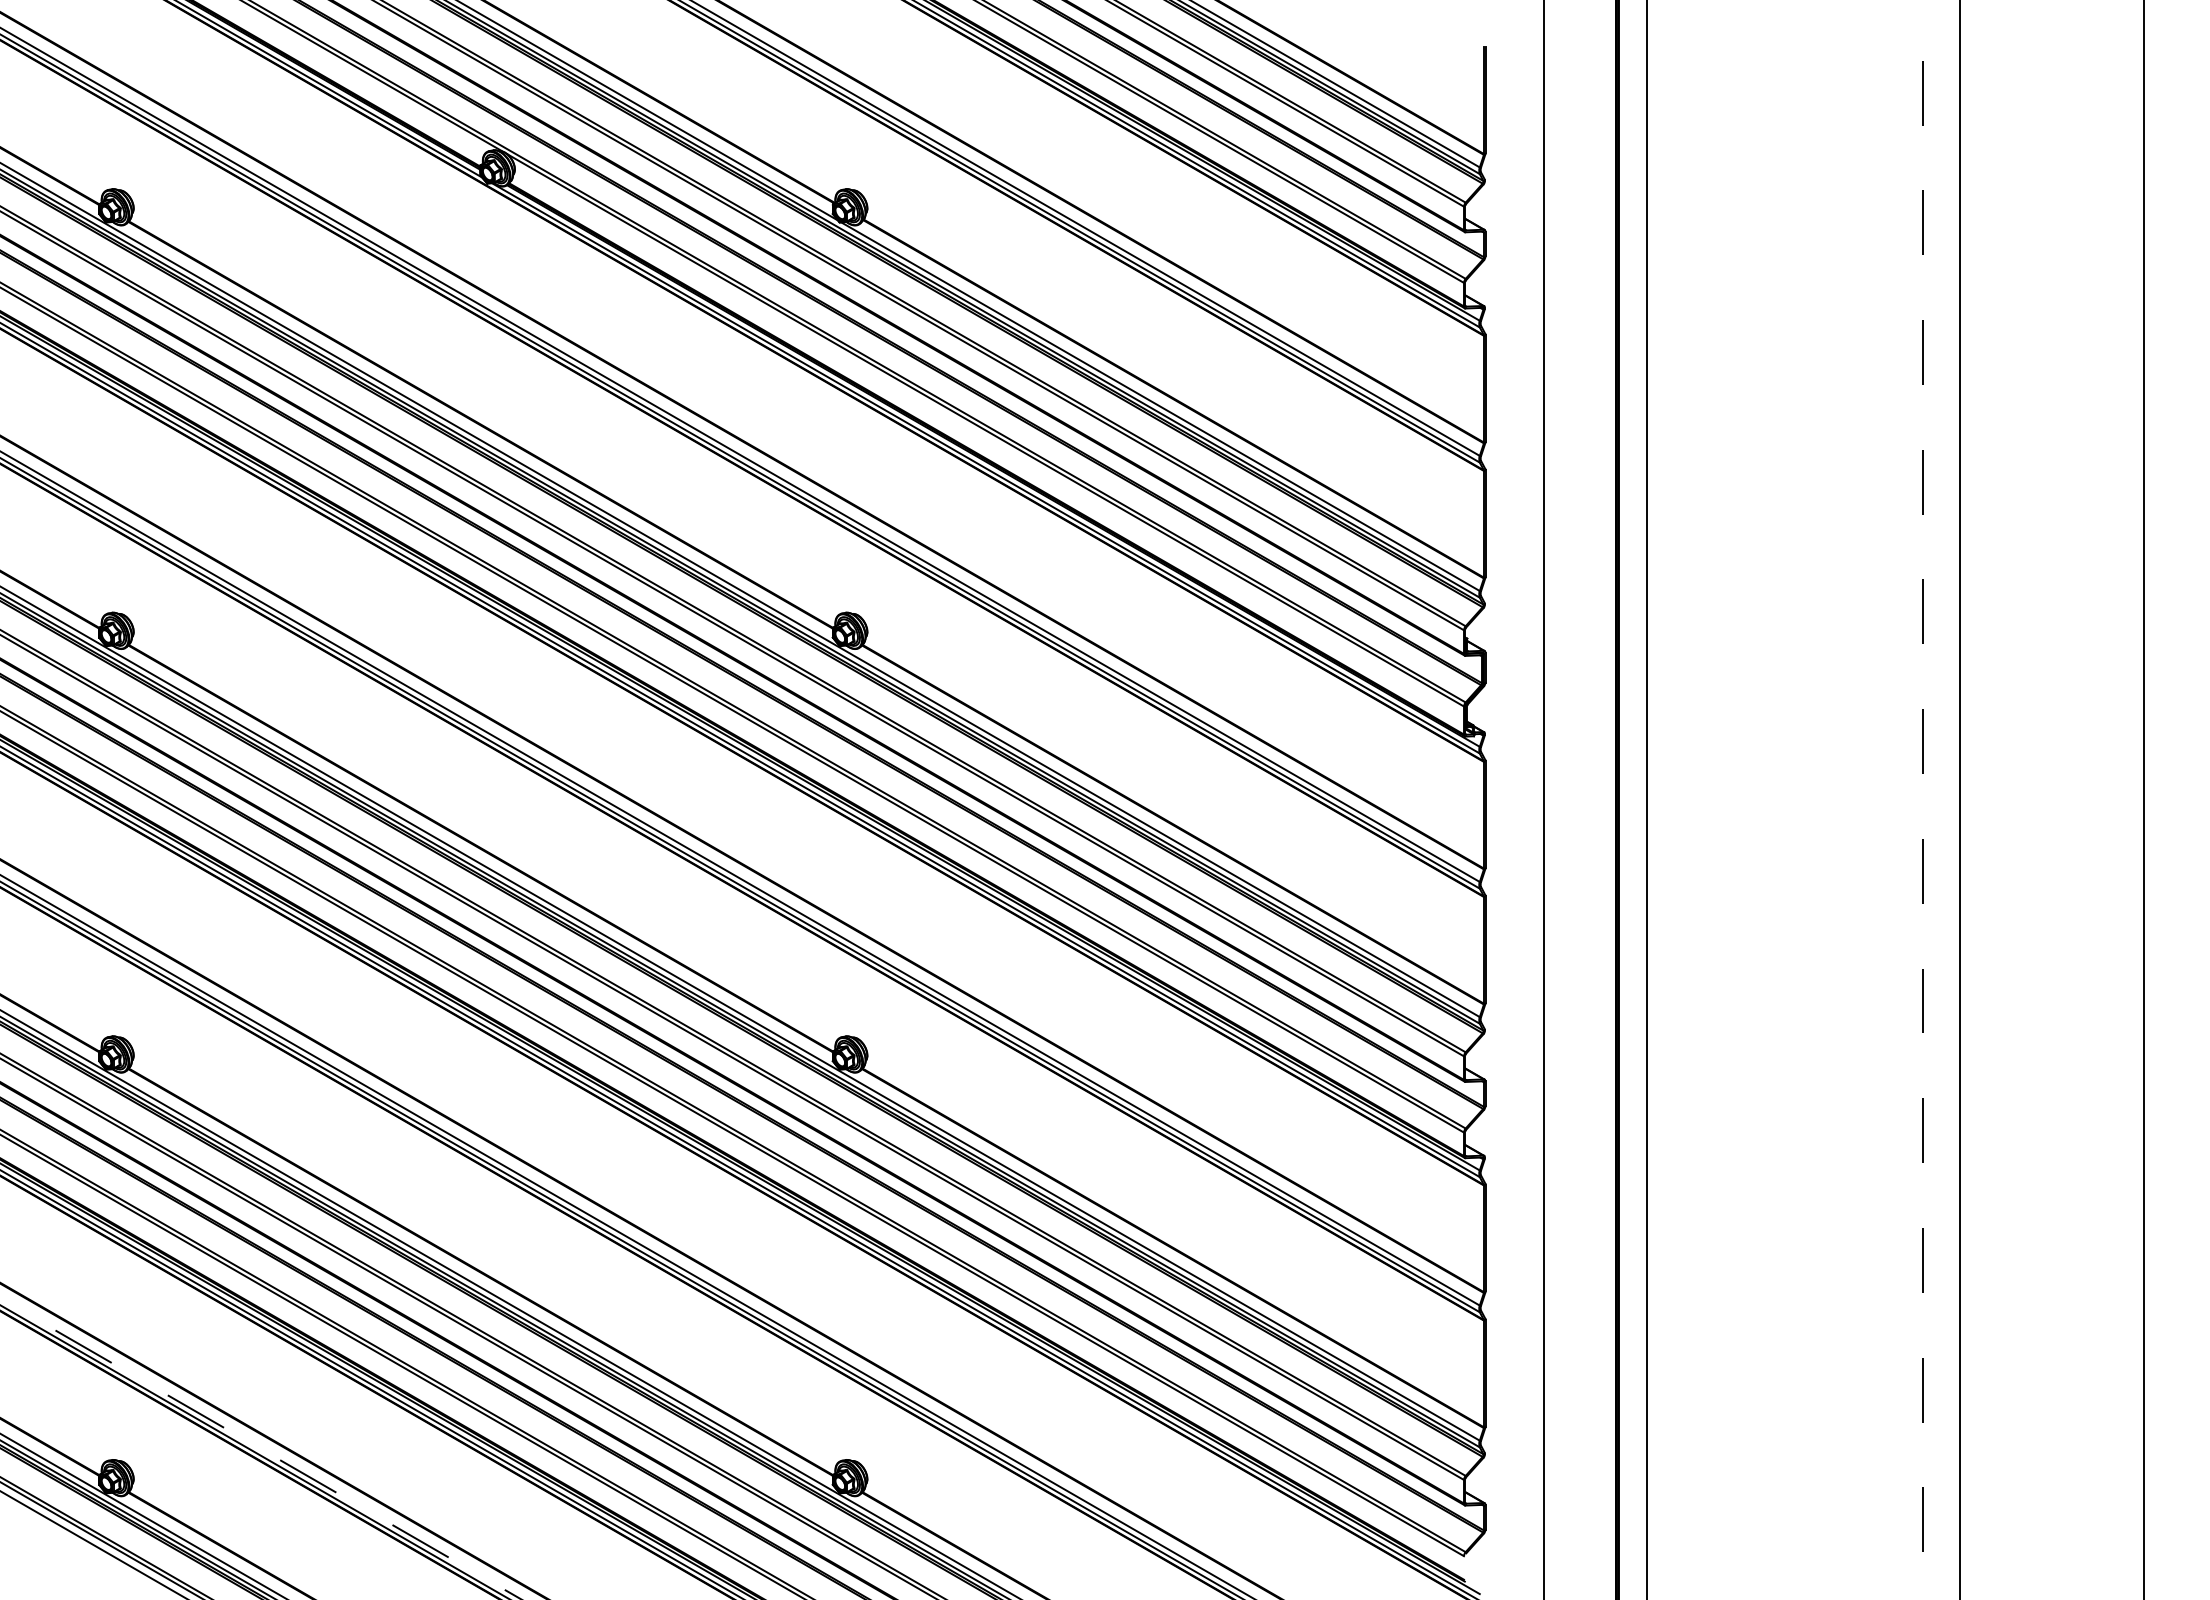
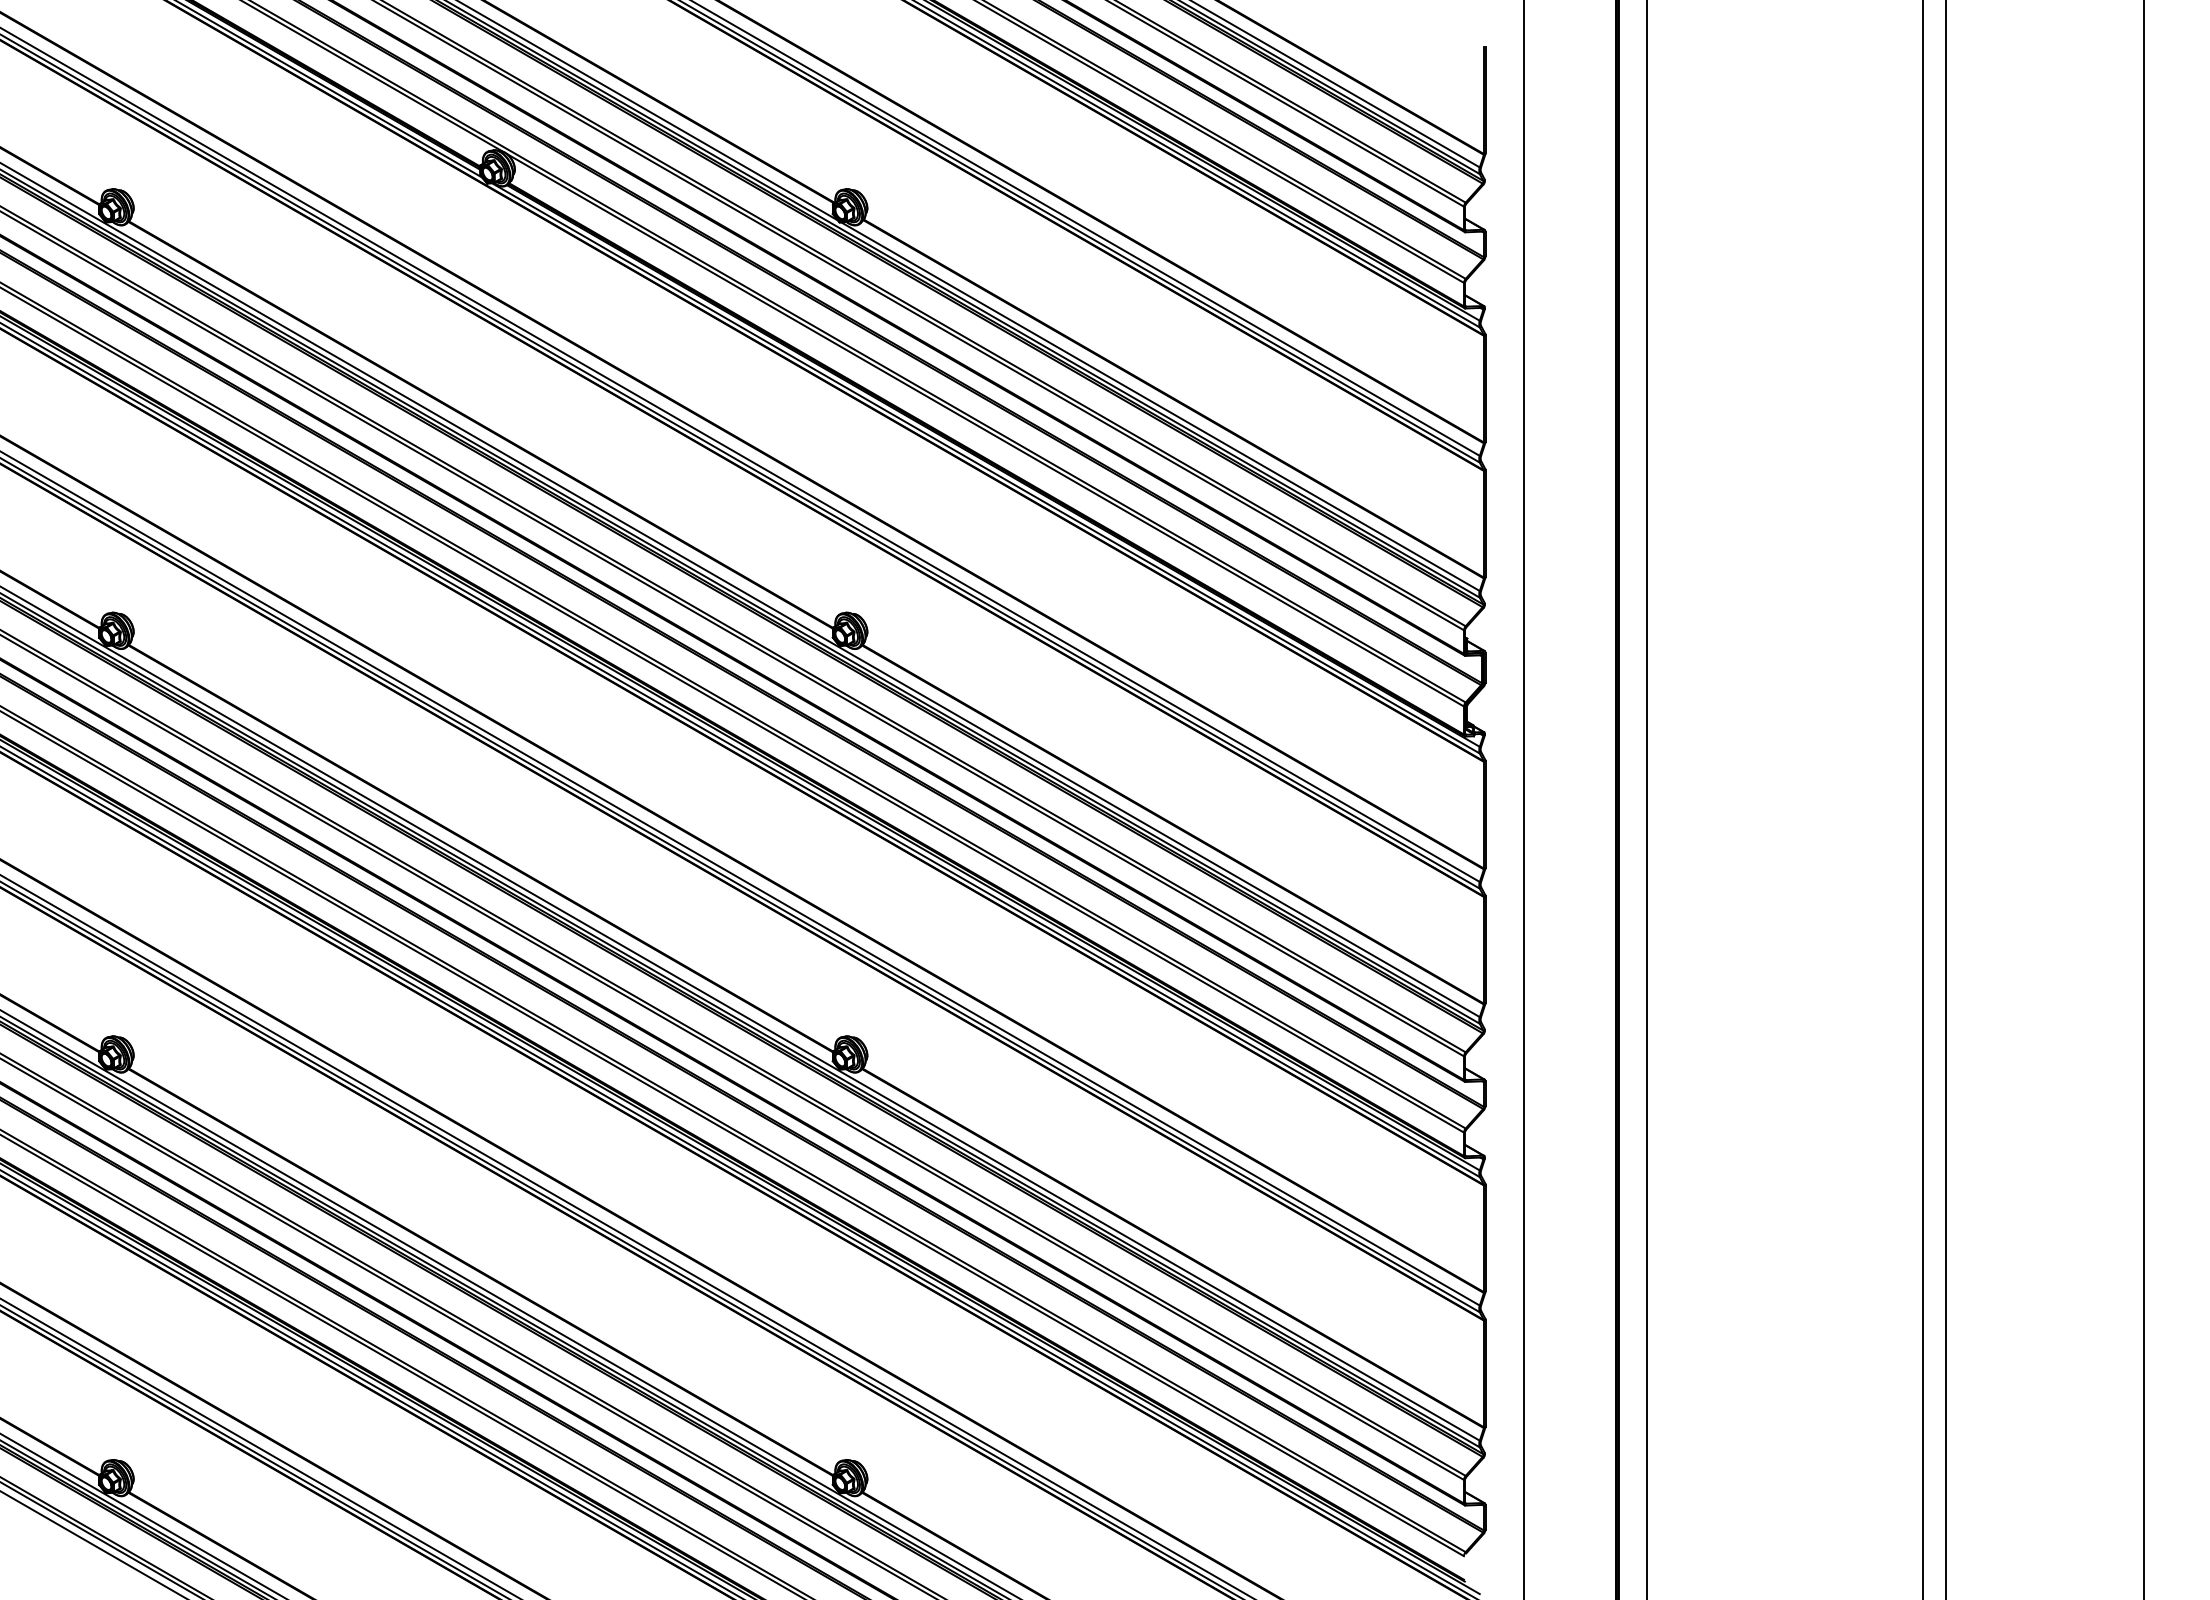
line at (1544, 799) position: (1544, 799) -> (1524, 799)
line at (1923, 799): dashed -> solid
line at (1960, 799) position: (1960, 799) -> (1946, 799)
line at (261, 1449): dashed -> solid
